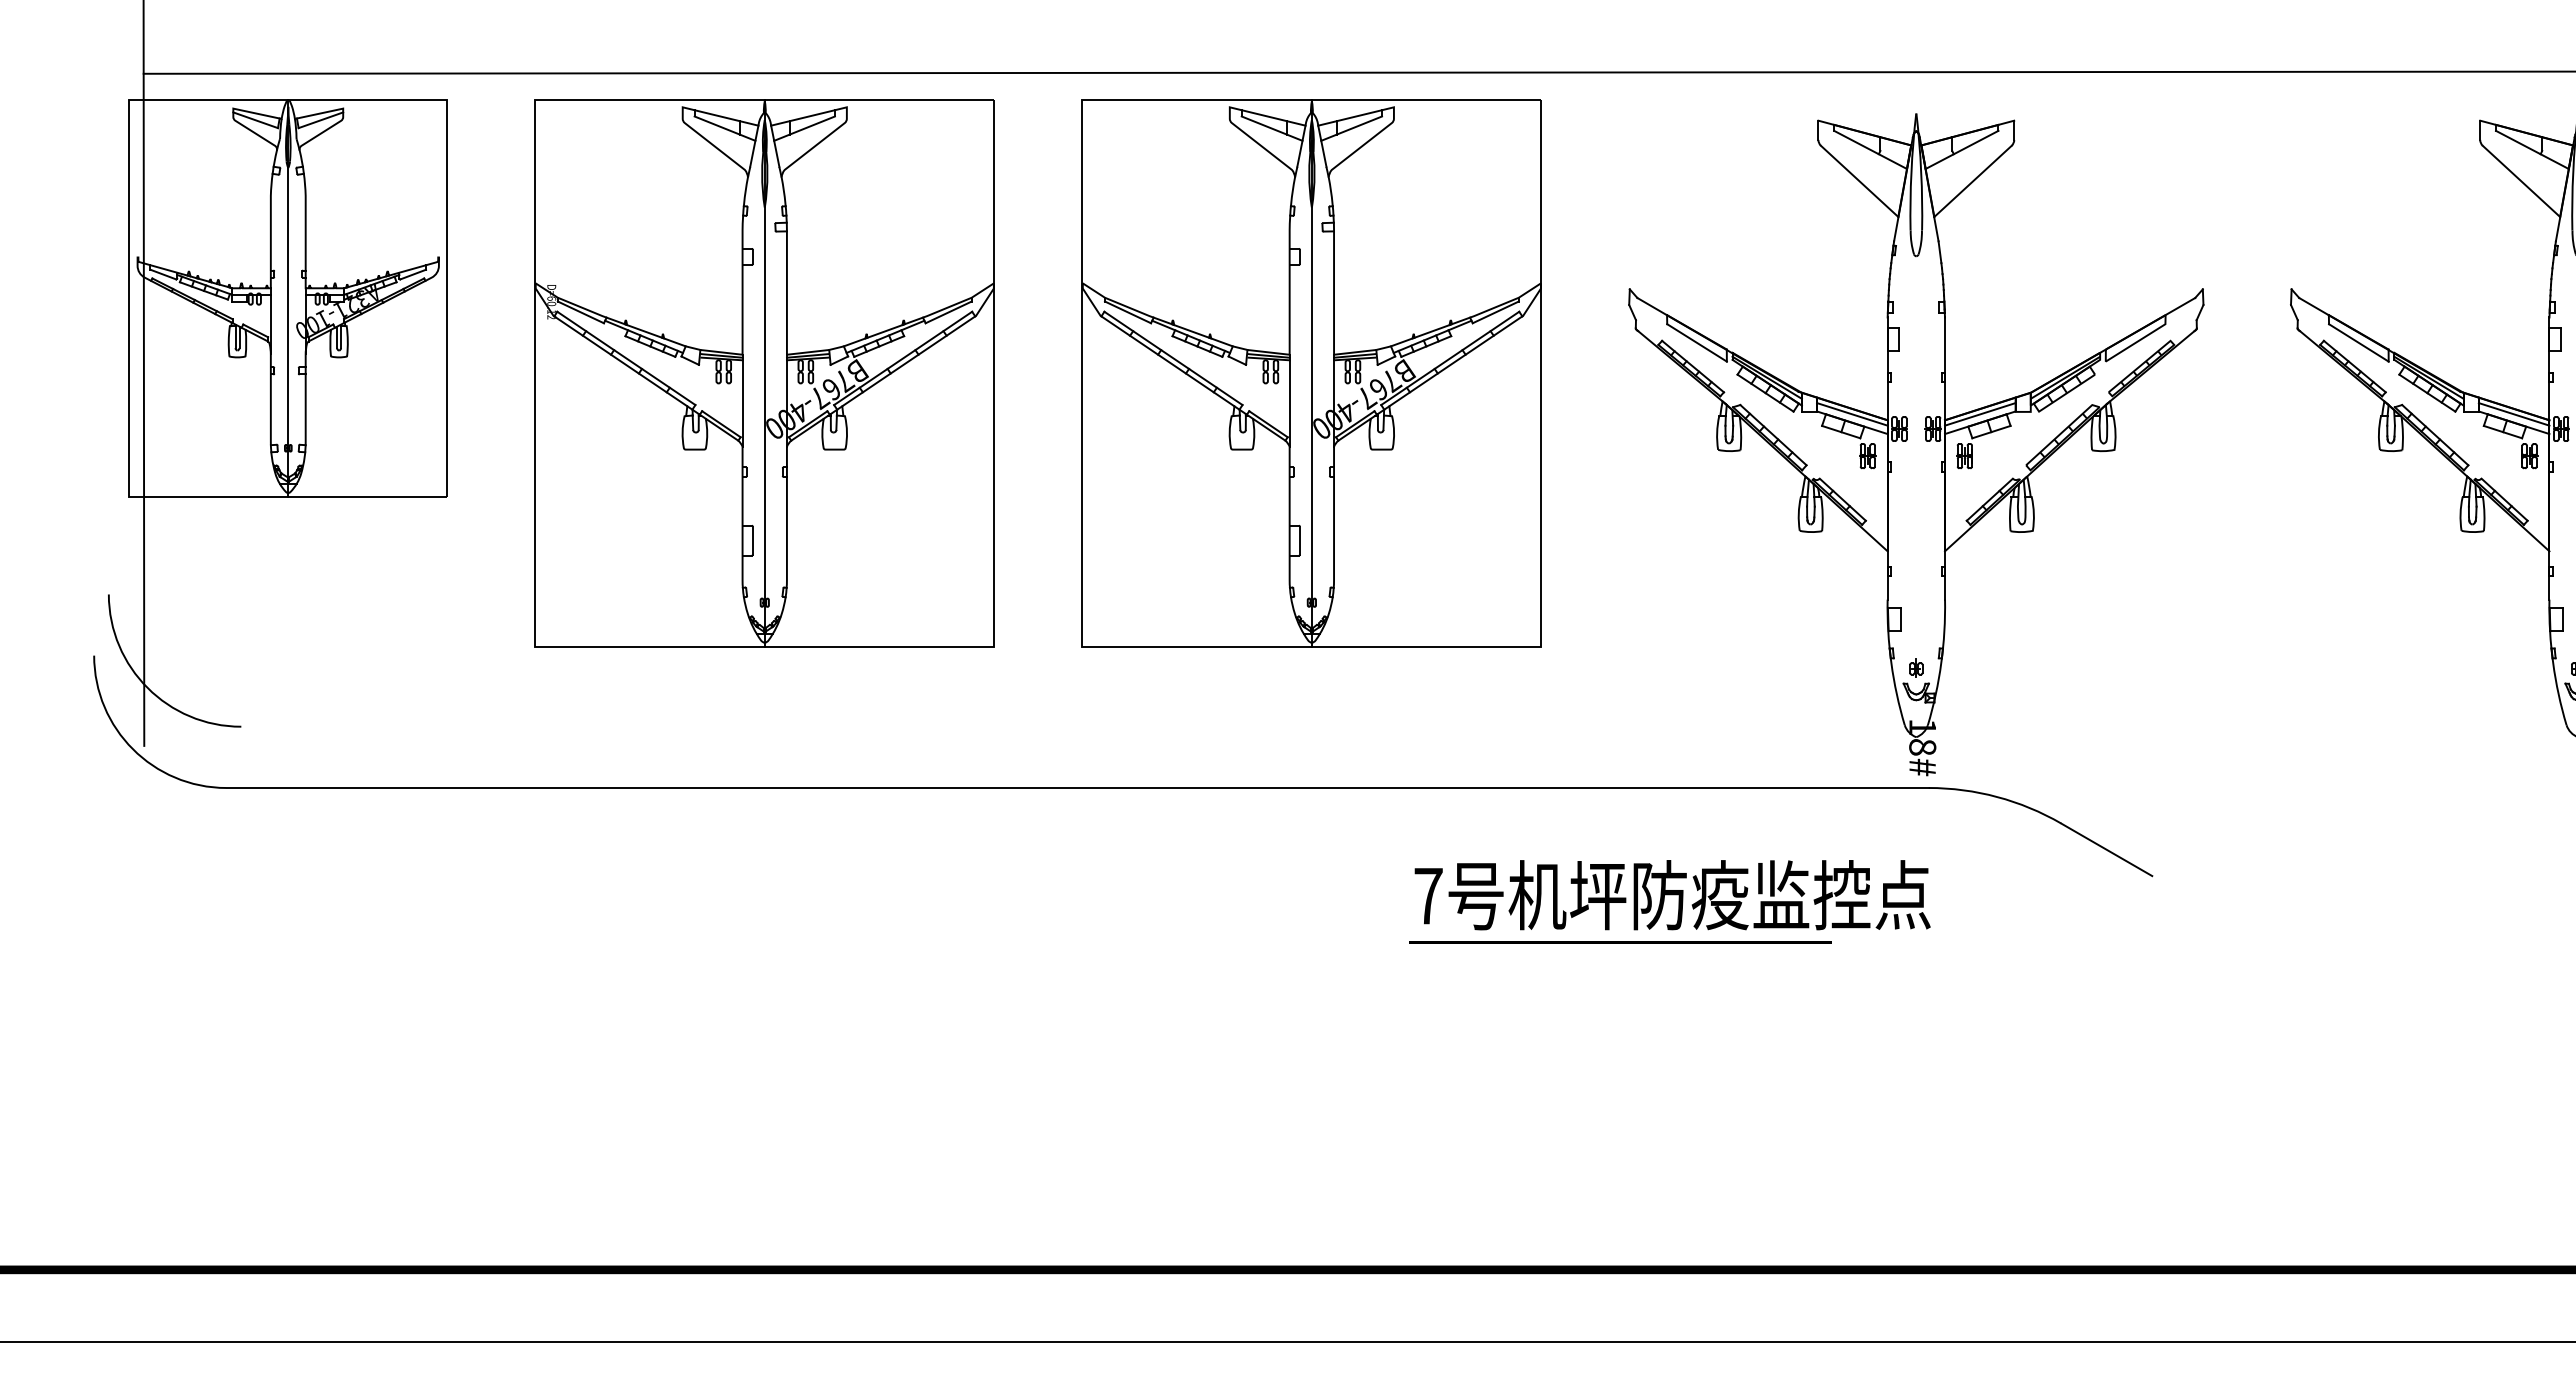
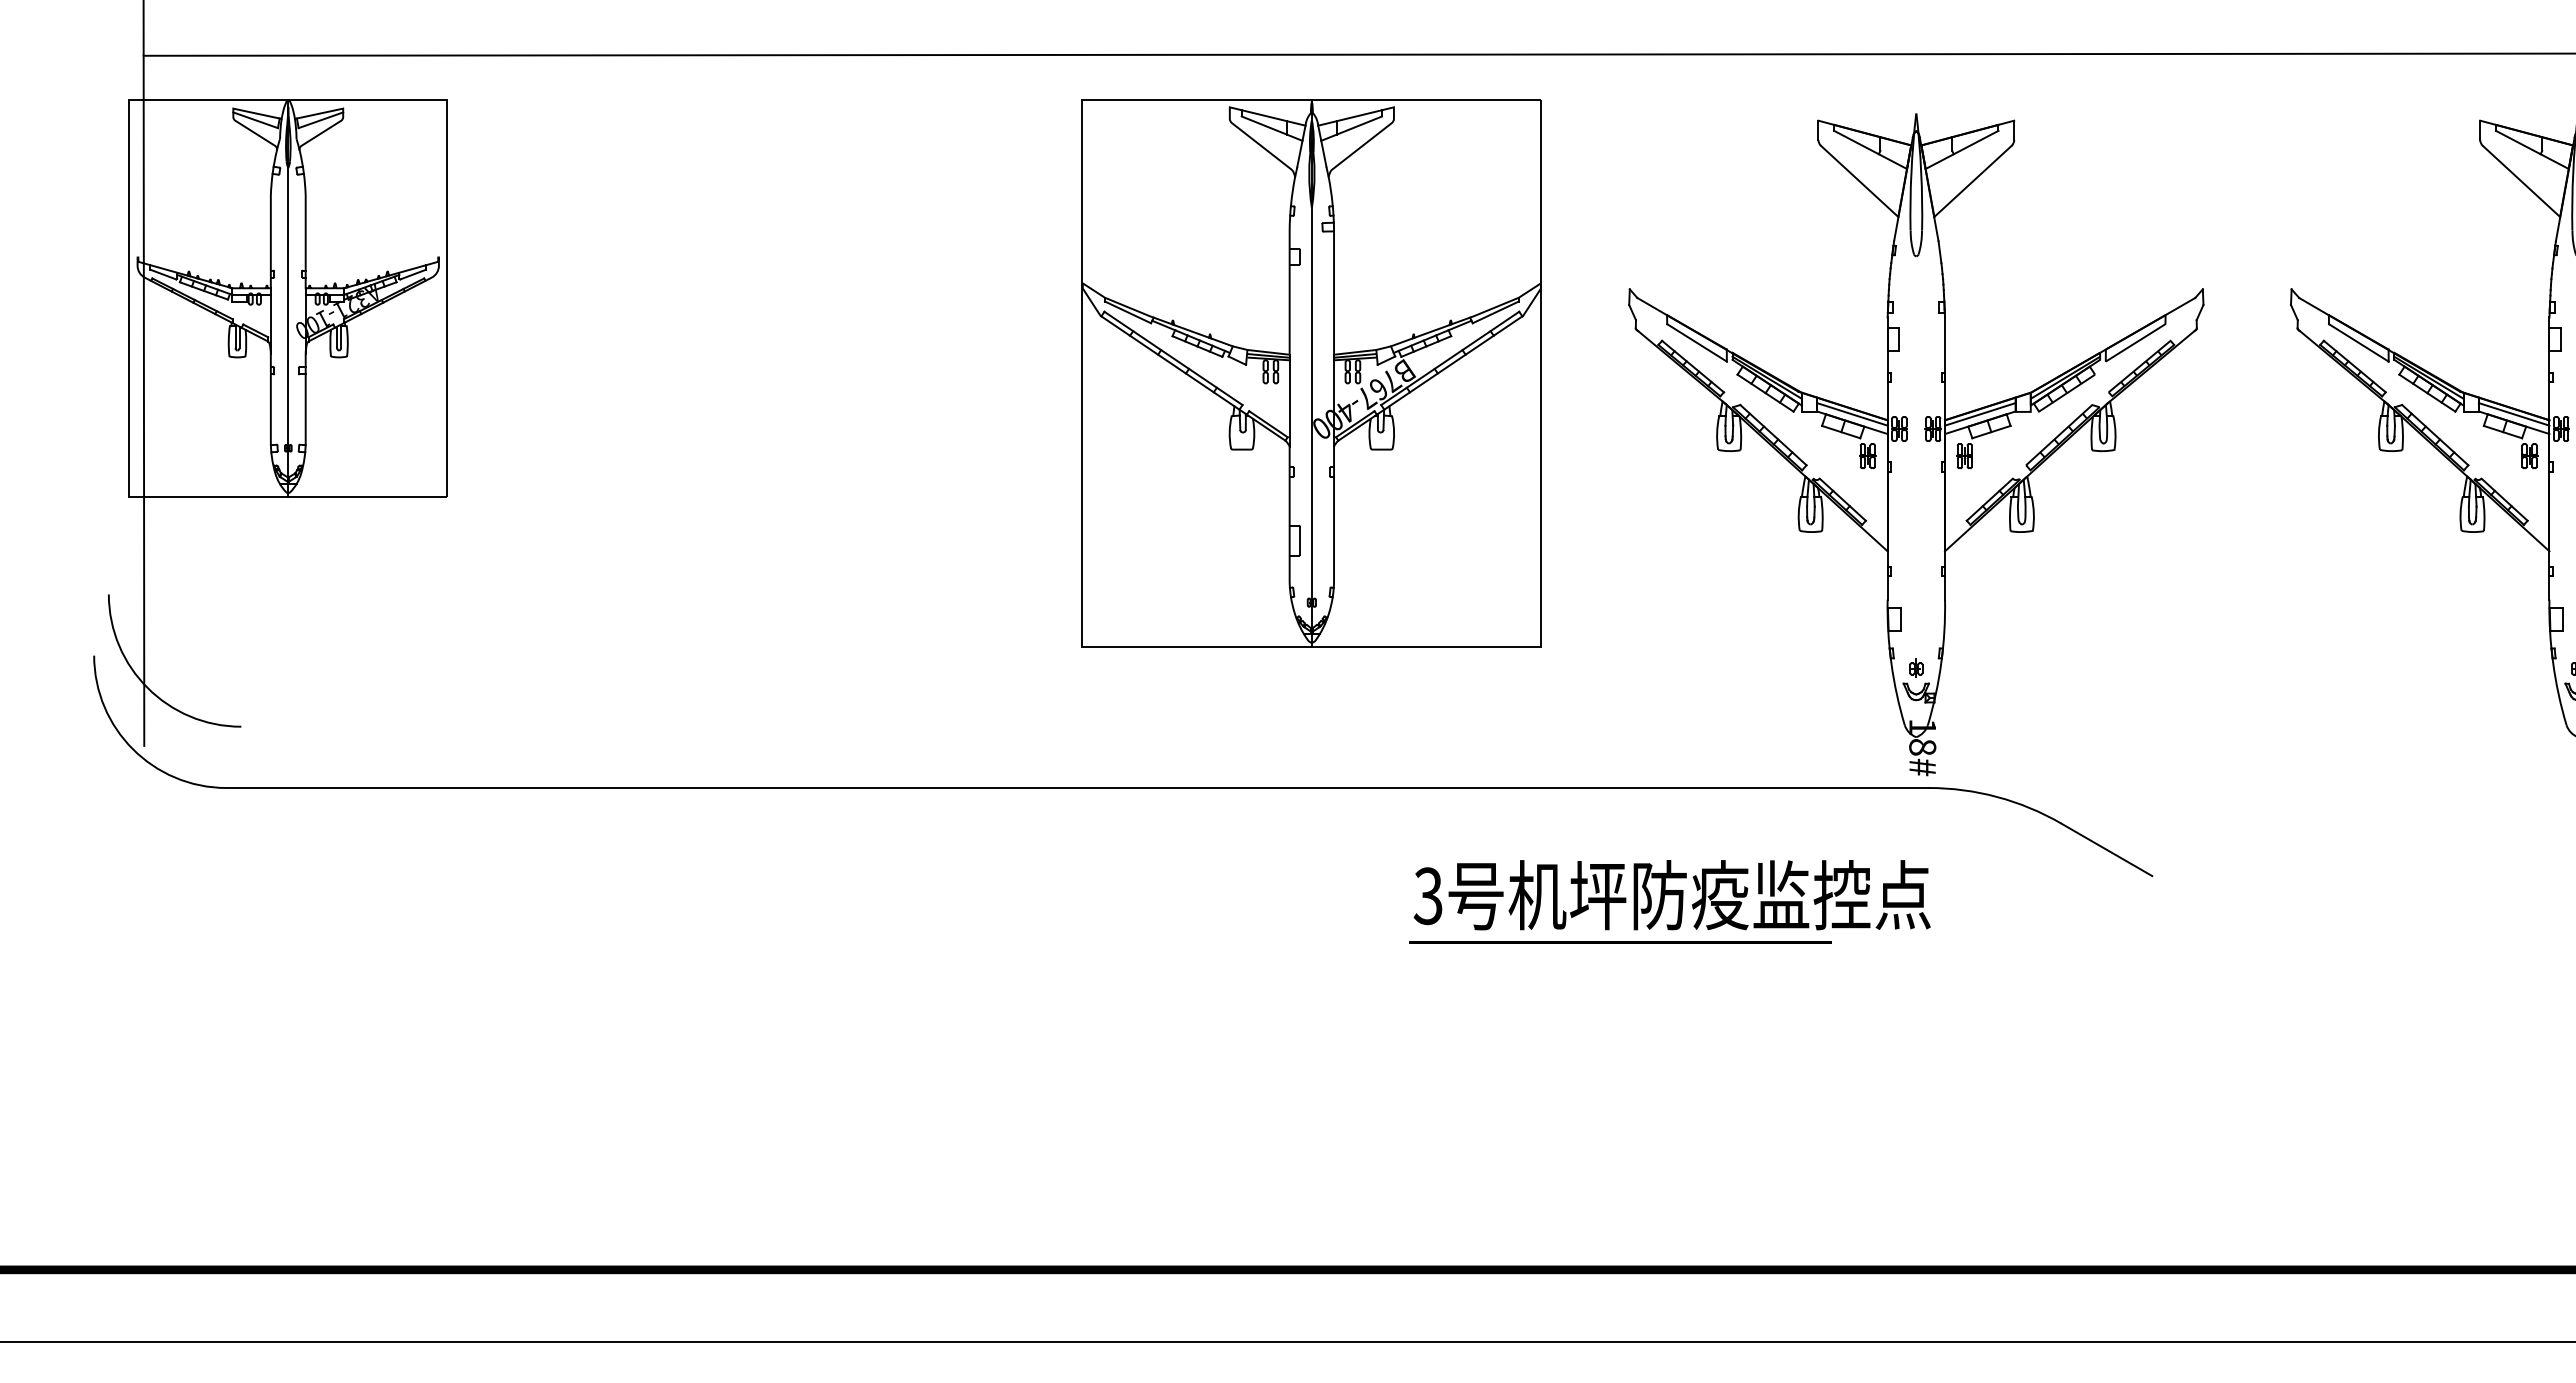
line at (1357, 72) position: (1357, 72) -> (1357, 54)
part at (764, 373): present -> none
text at (1427, 896): 7 -> 3
